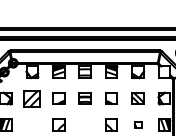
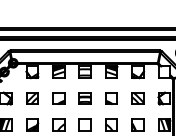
part at (31, 98) size: 18x18 px -> 13x13 px
part at (32, 124): none -> present
part at (84, 124): none -> present
part at (138, 124) size: 9x8 px -> 14x14 px
